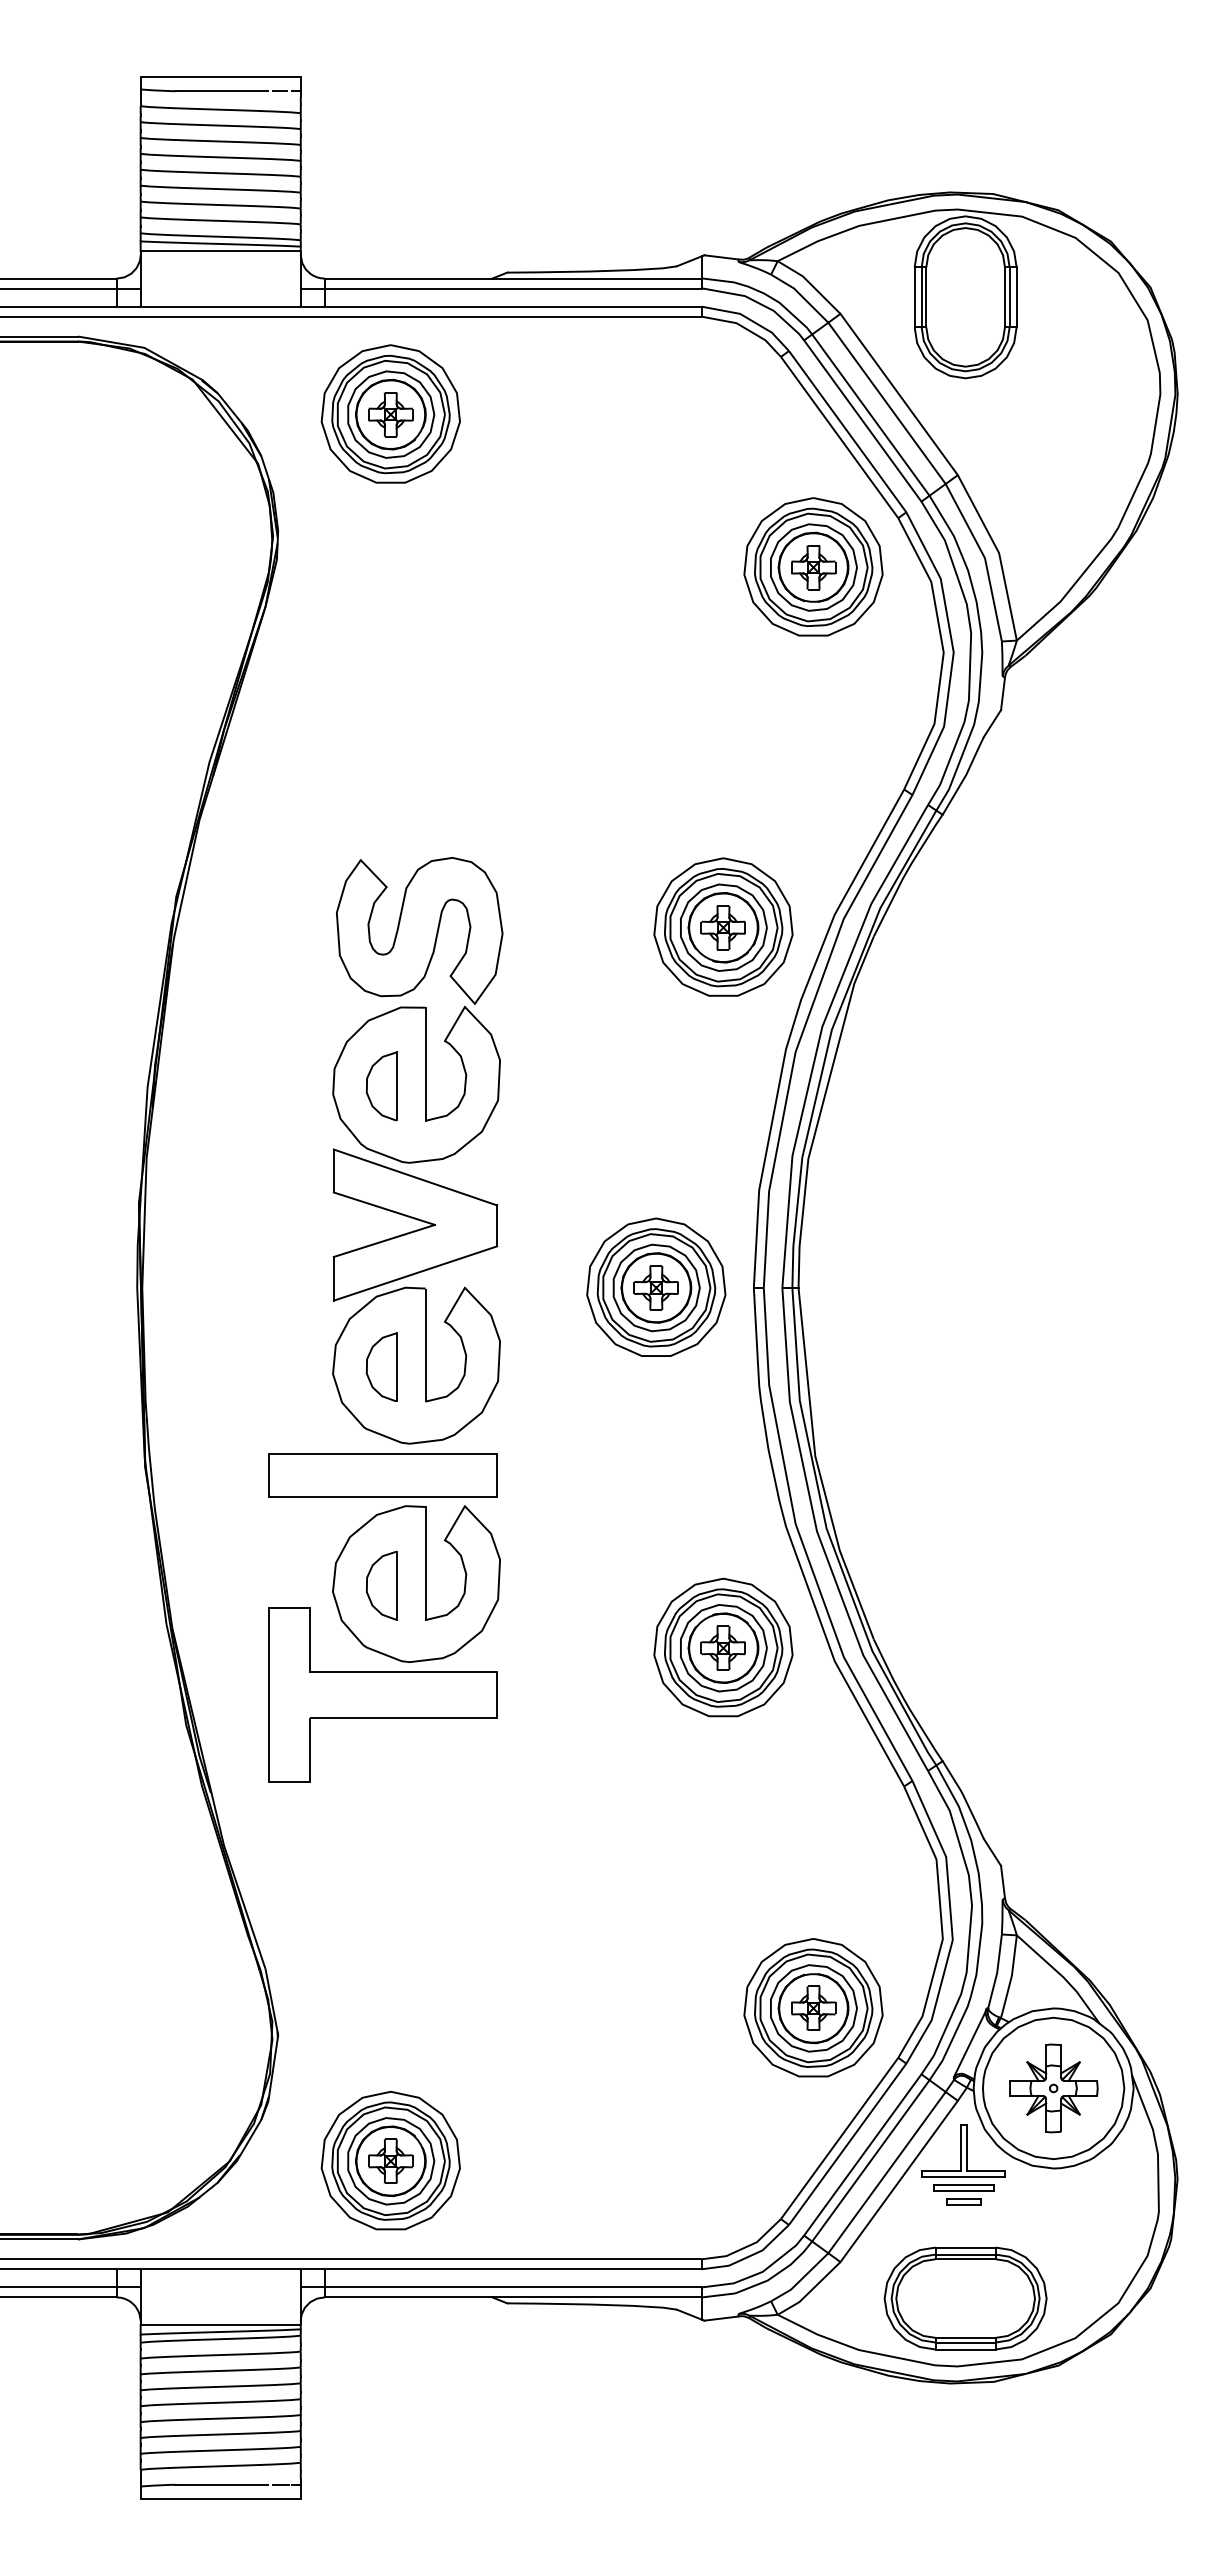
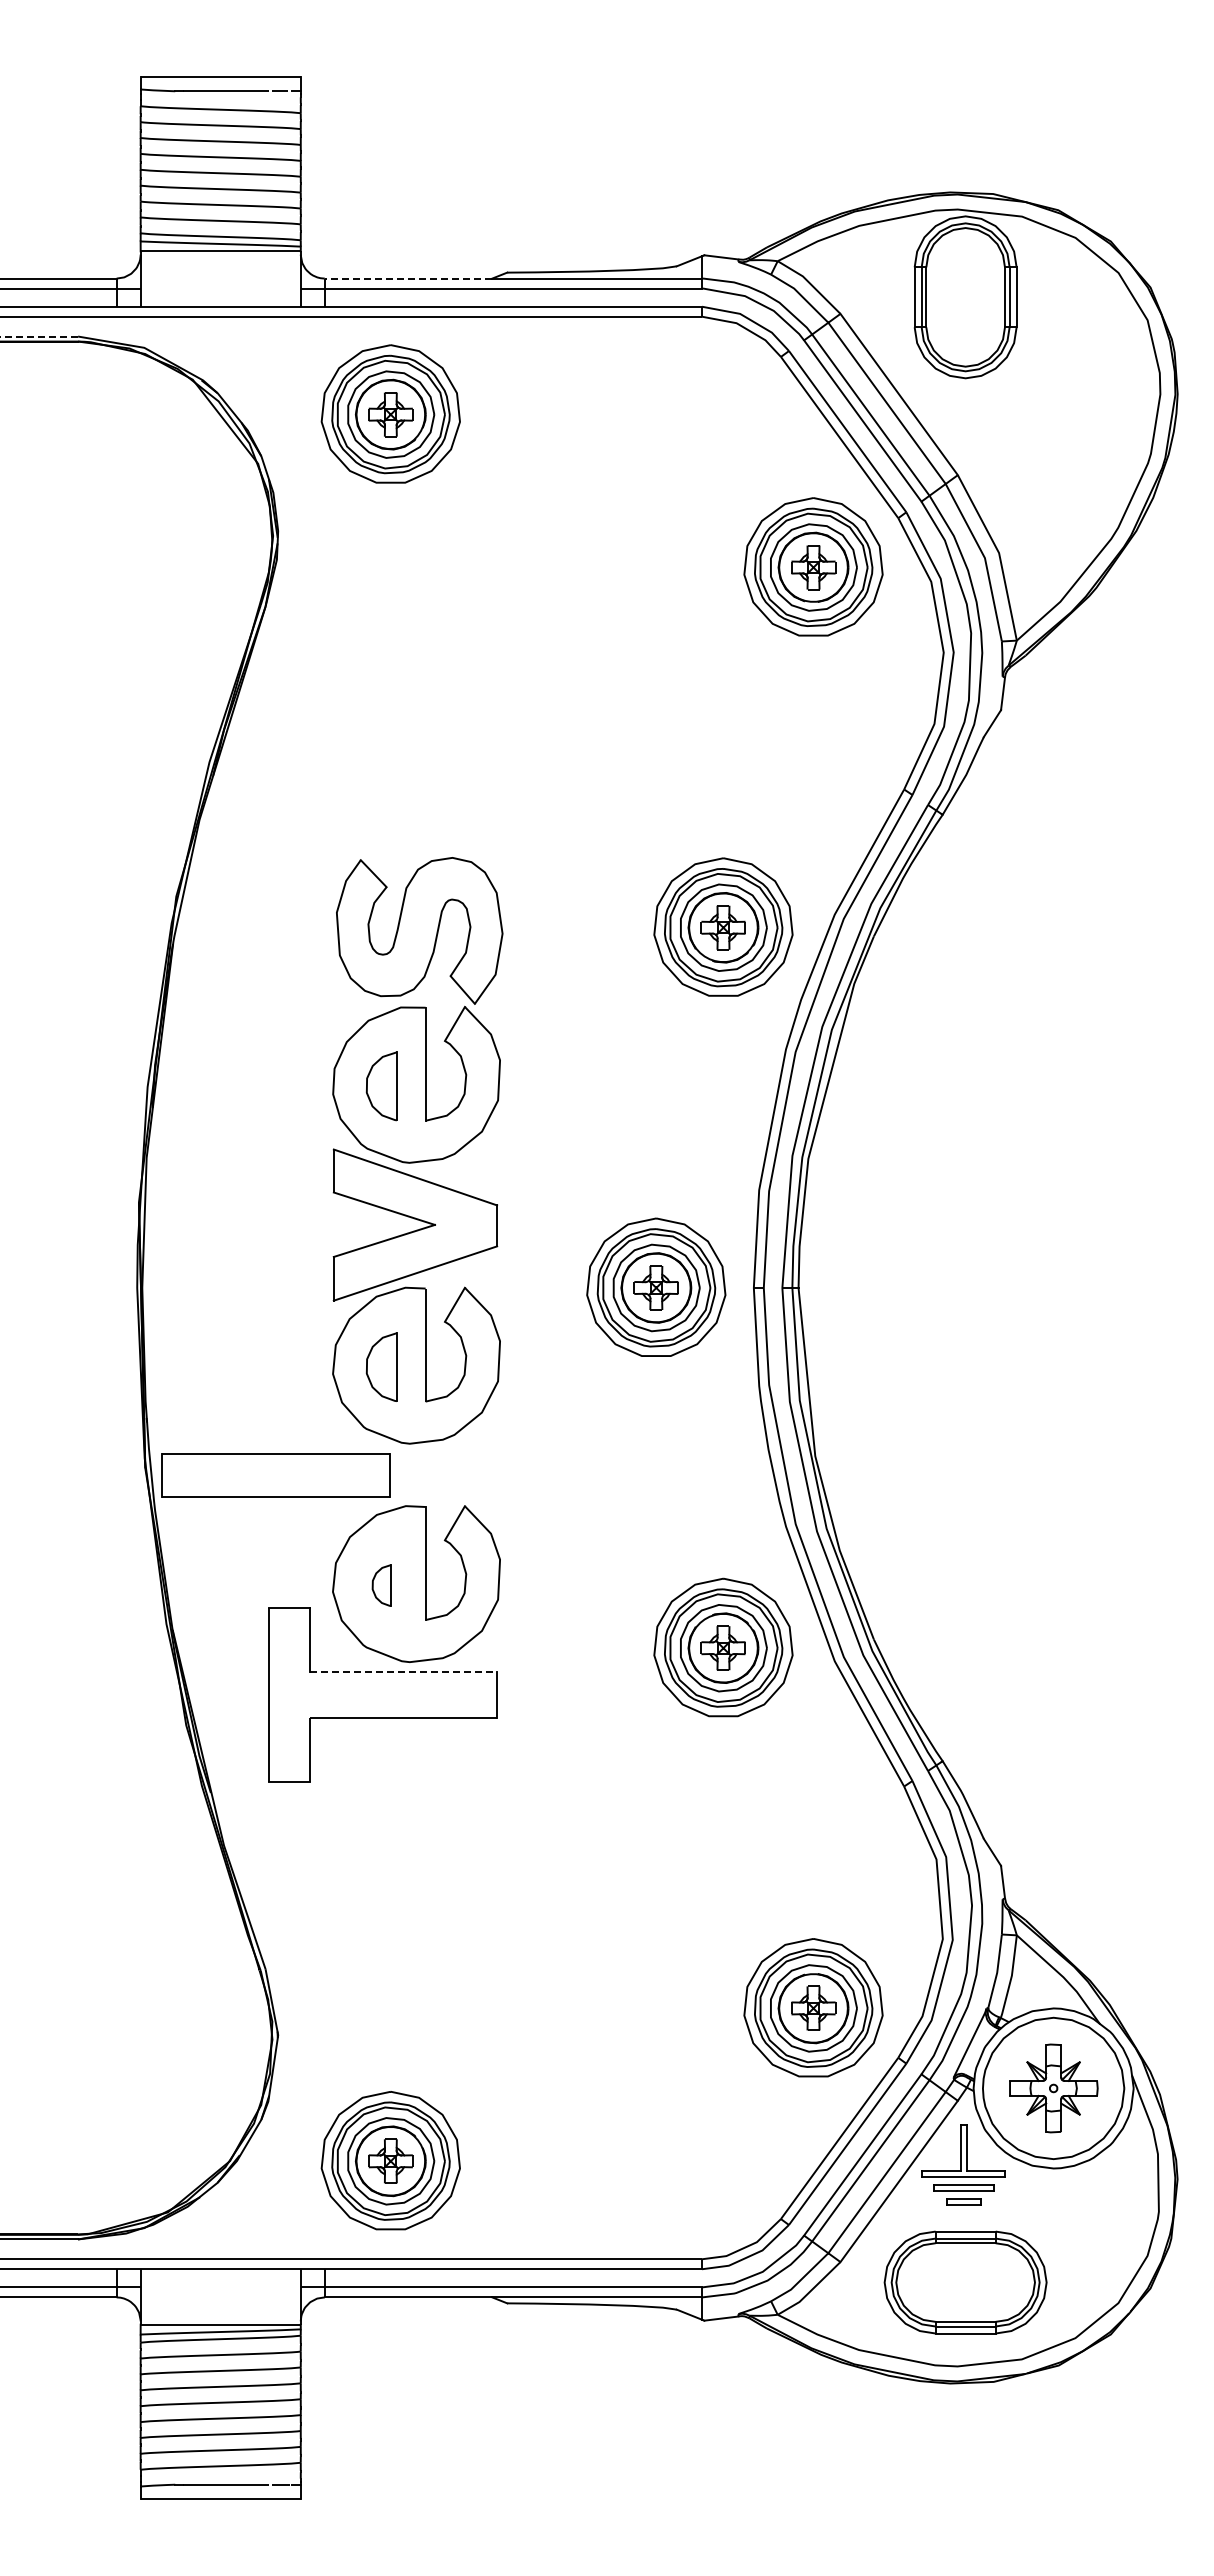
line at (408, 278): solid -> dashed
line at (39, 336): solid -> dashed
part at (382, 1475) position: (382, 1475) -> (275, 1475)
part at (381, 1585) size: 33x71 px -> 21x43 px
line at (403, 1672): solid -> dashed
part at (965, 2298) position: (965, 2298) -> (965, 2282)
